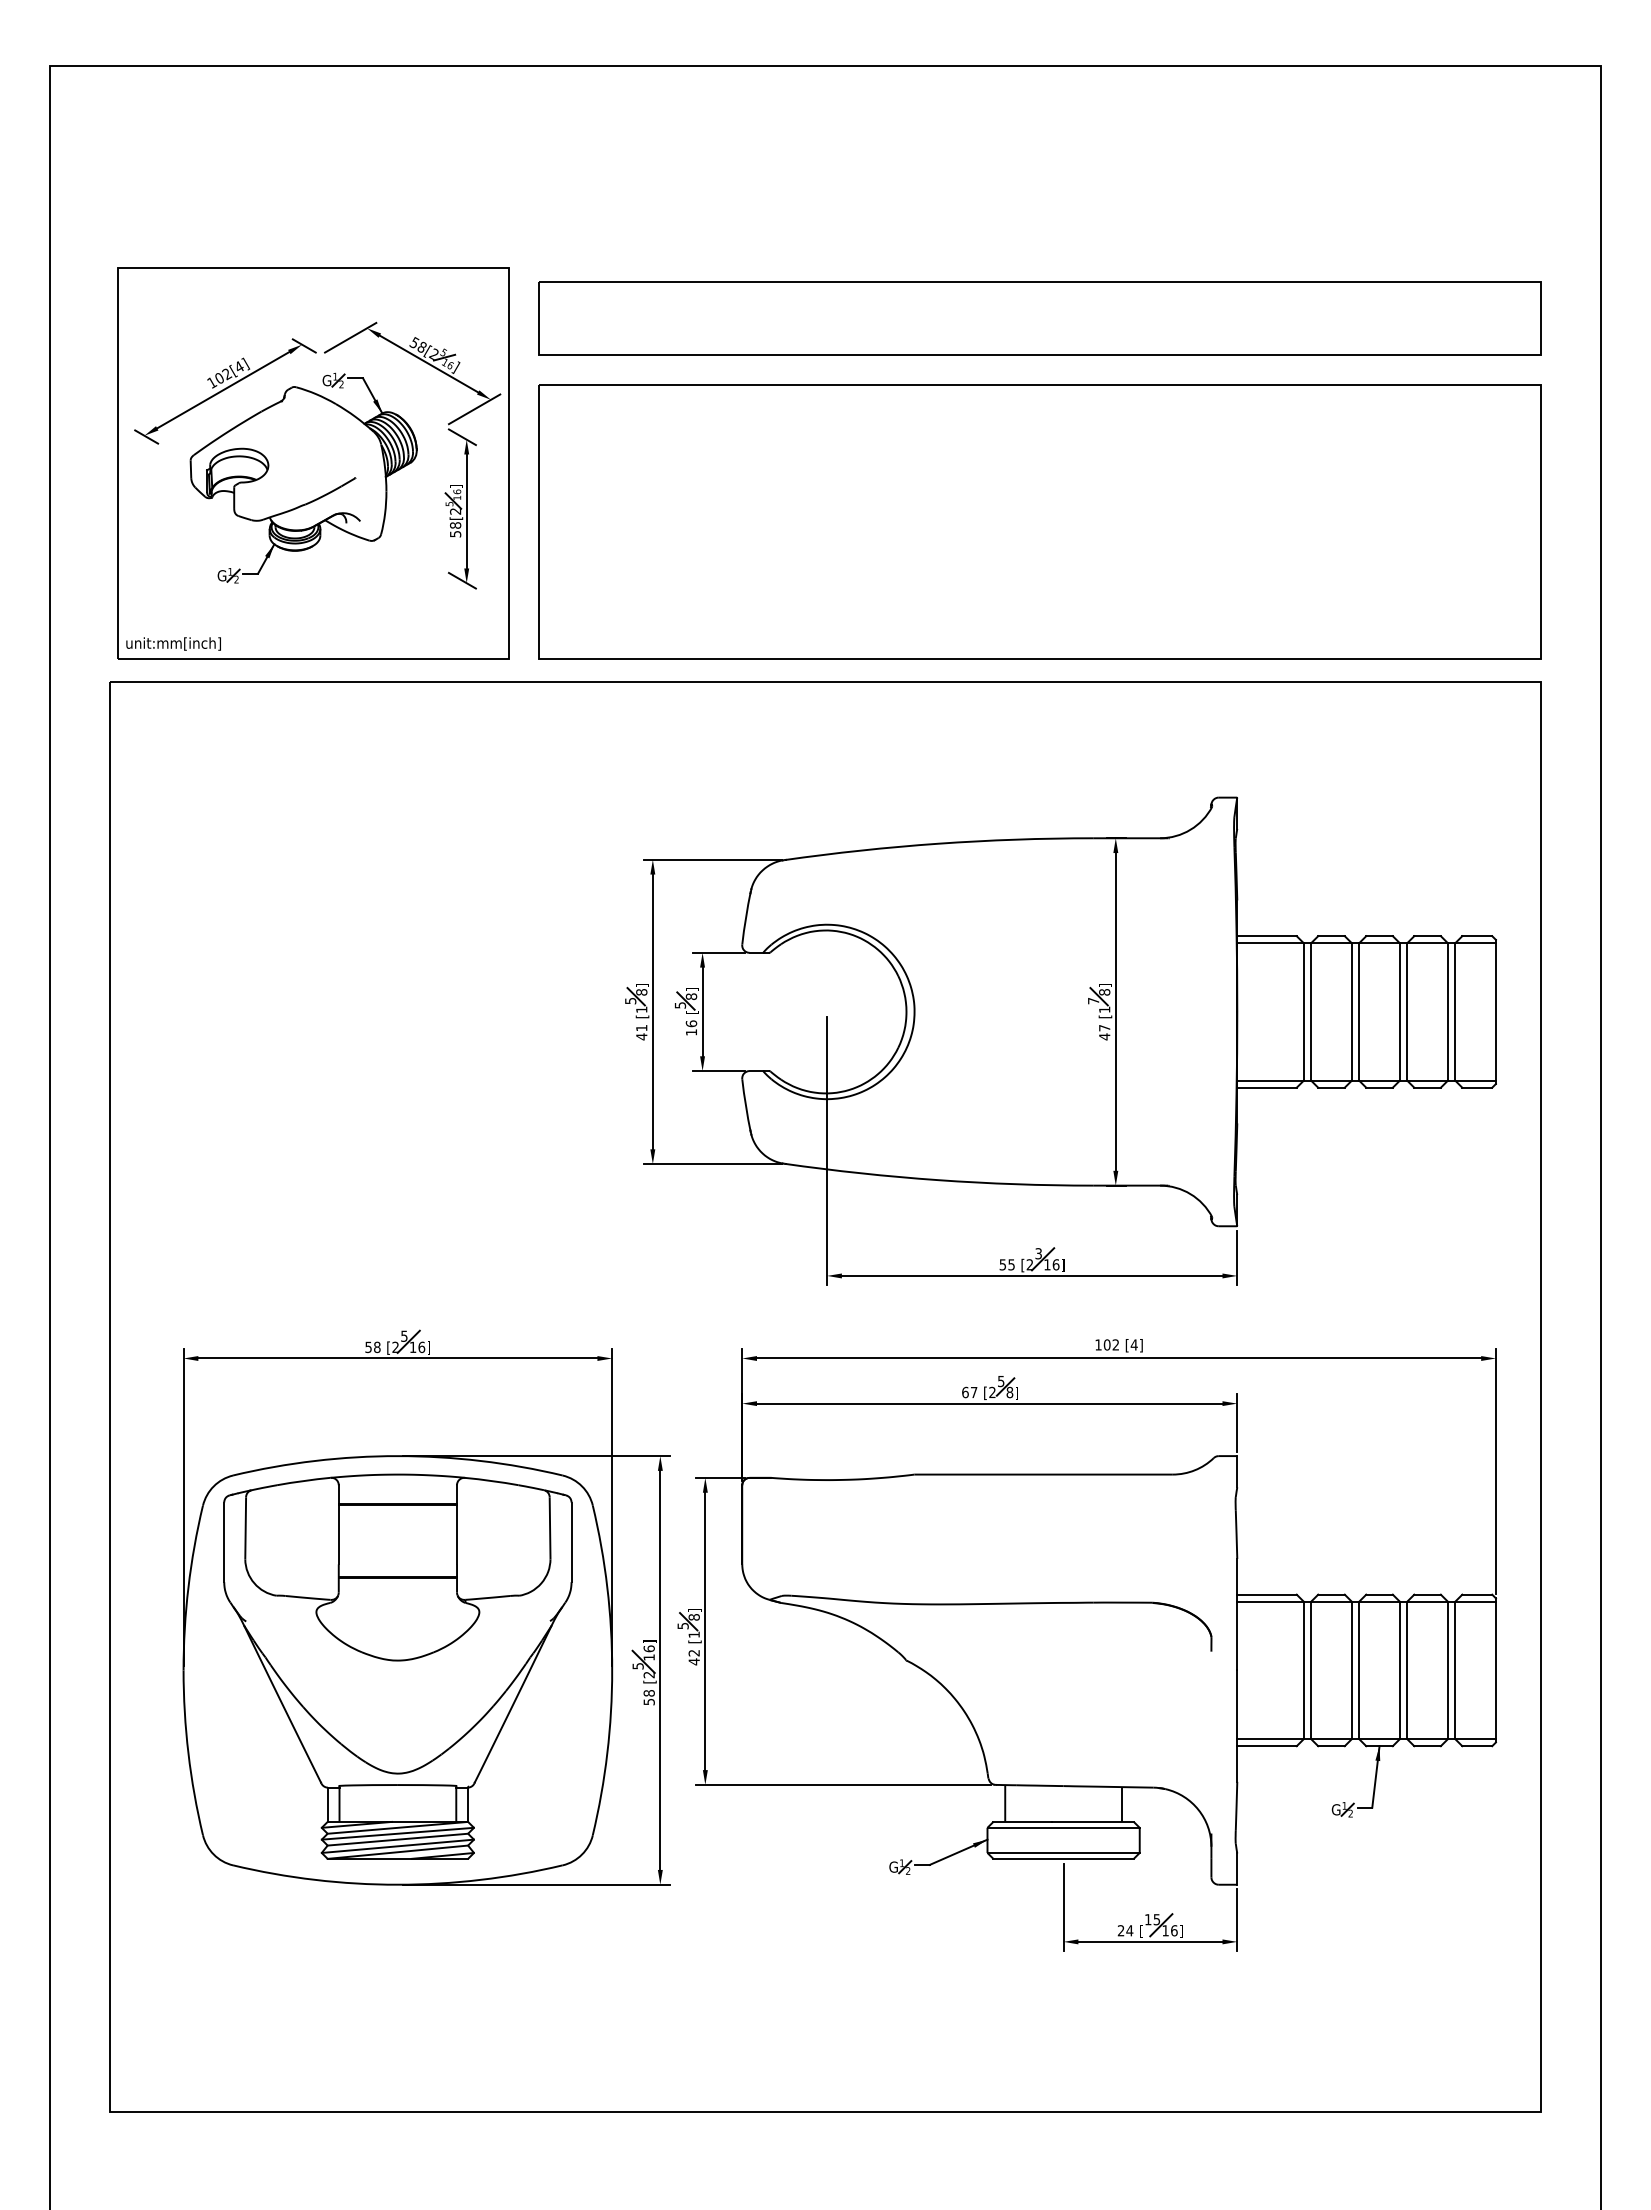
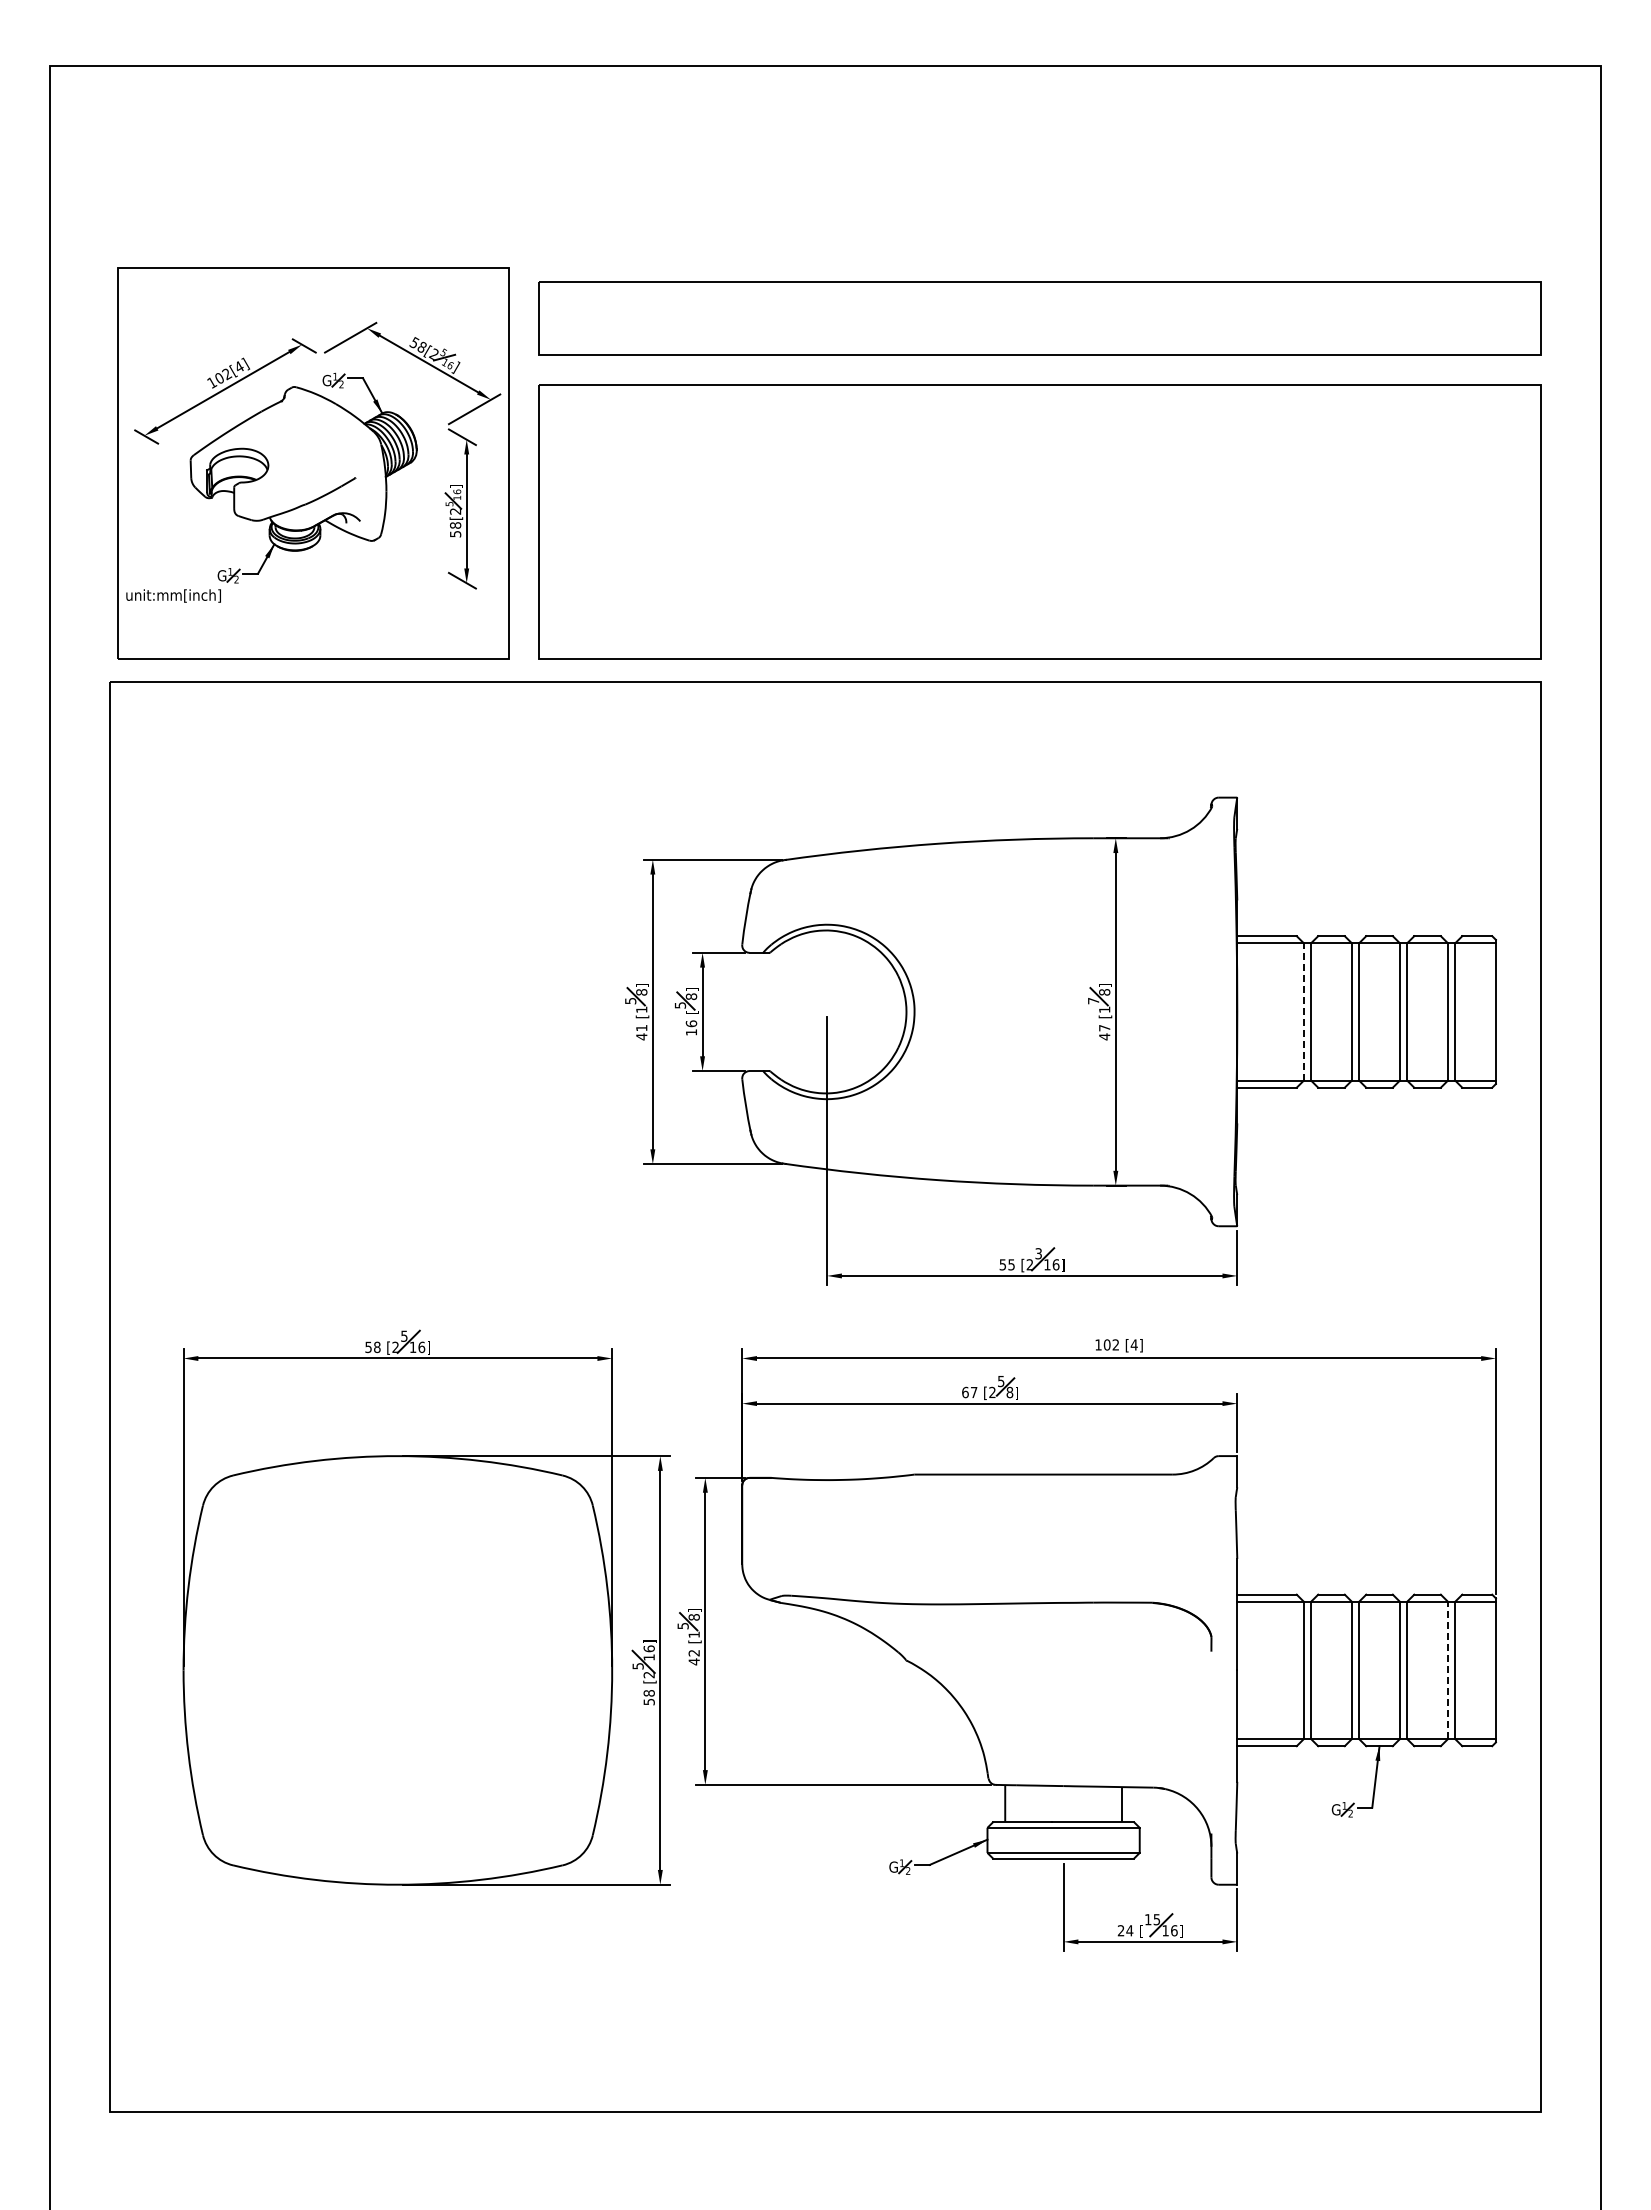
text at (173, 643) position: (173, 643) -> (173, 595)
line at (1303, 1011): solid -> dashed
part at (397, 1666): present -> none
line at (1447, 1670): solid -> dashed
